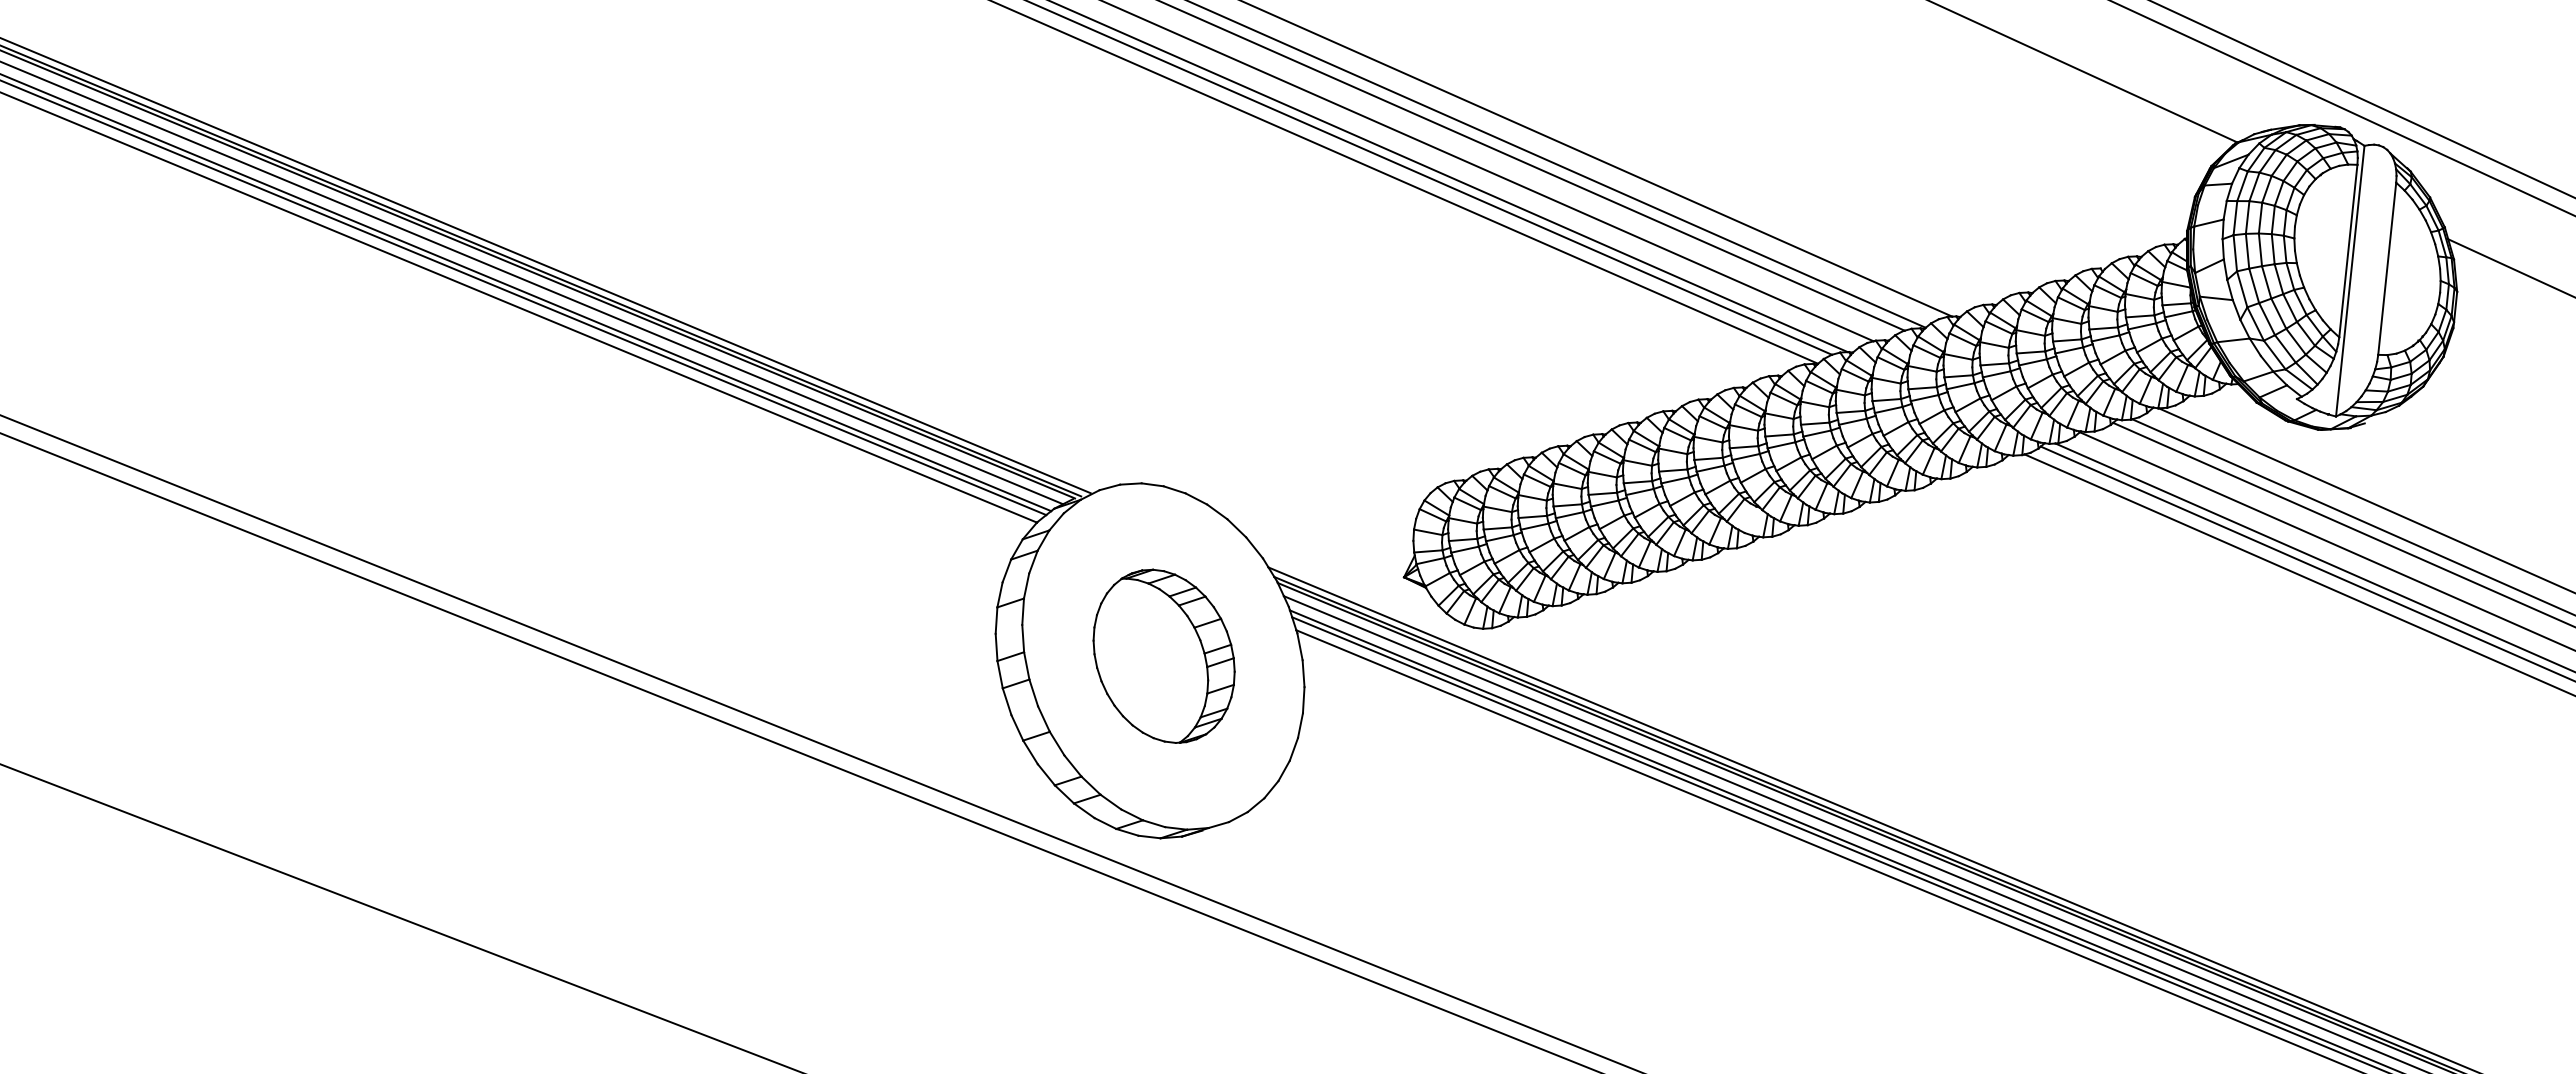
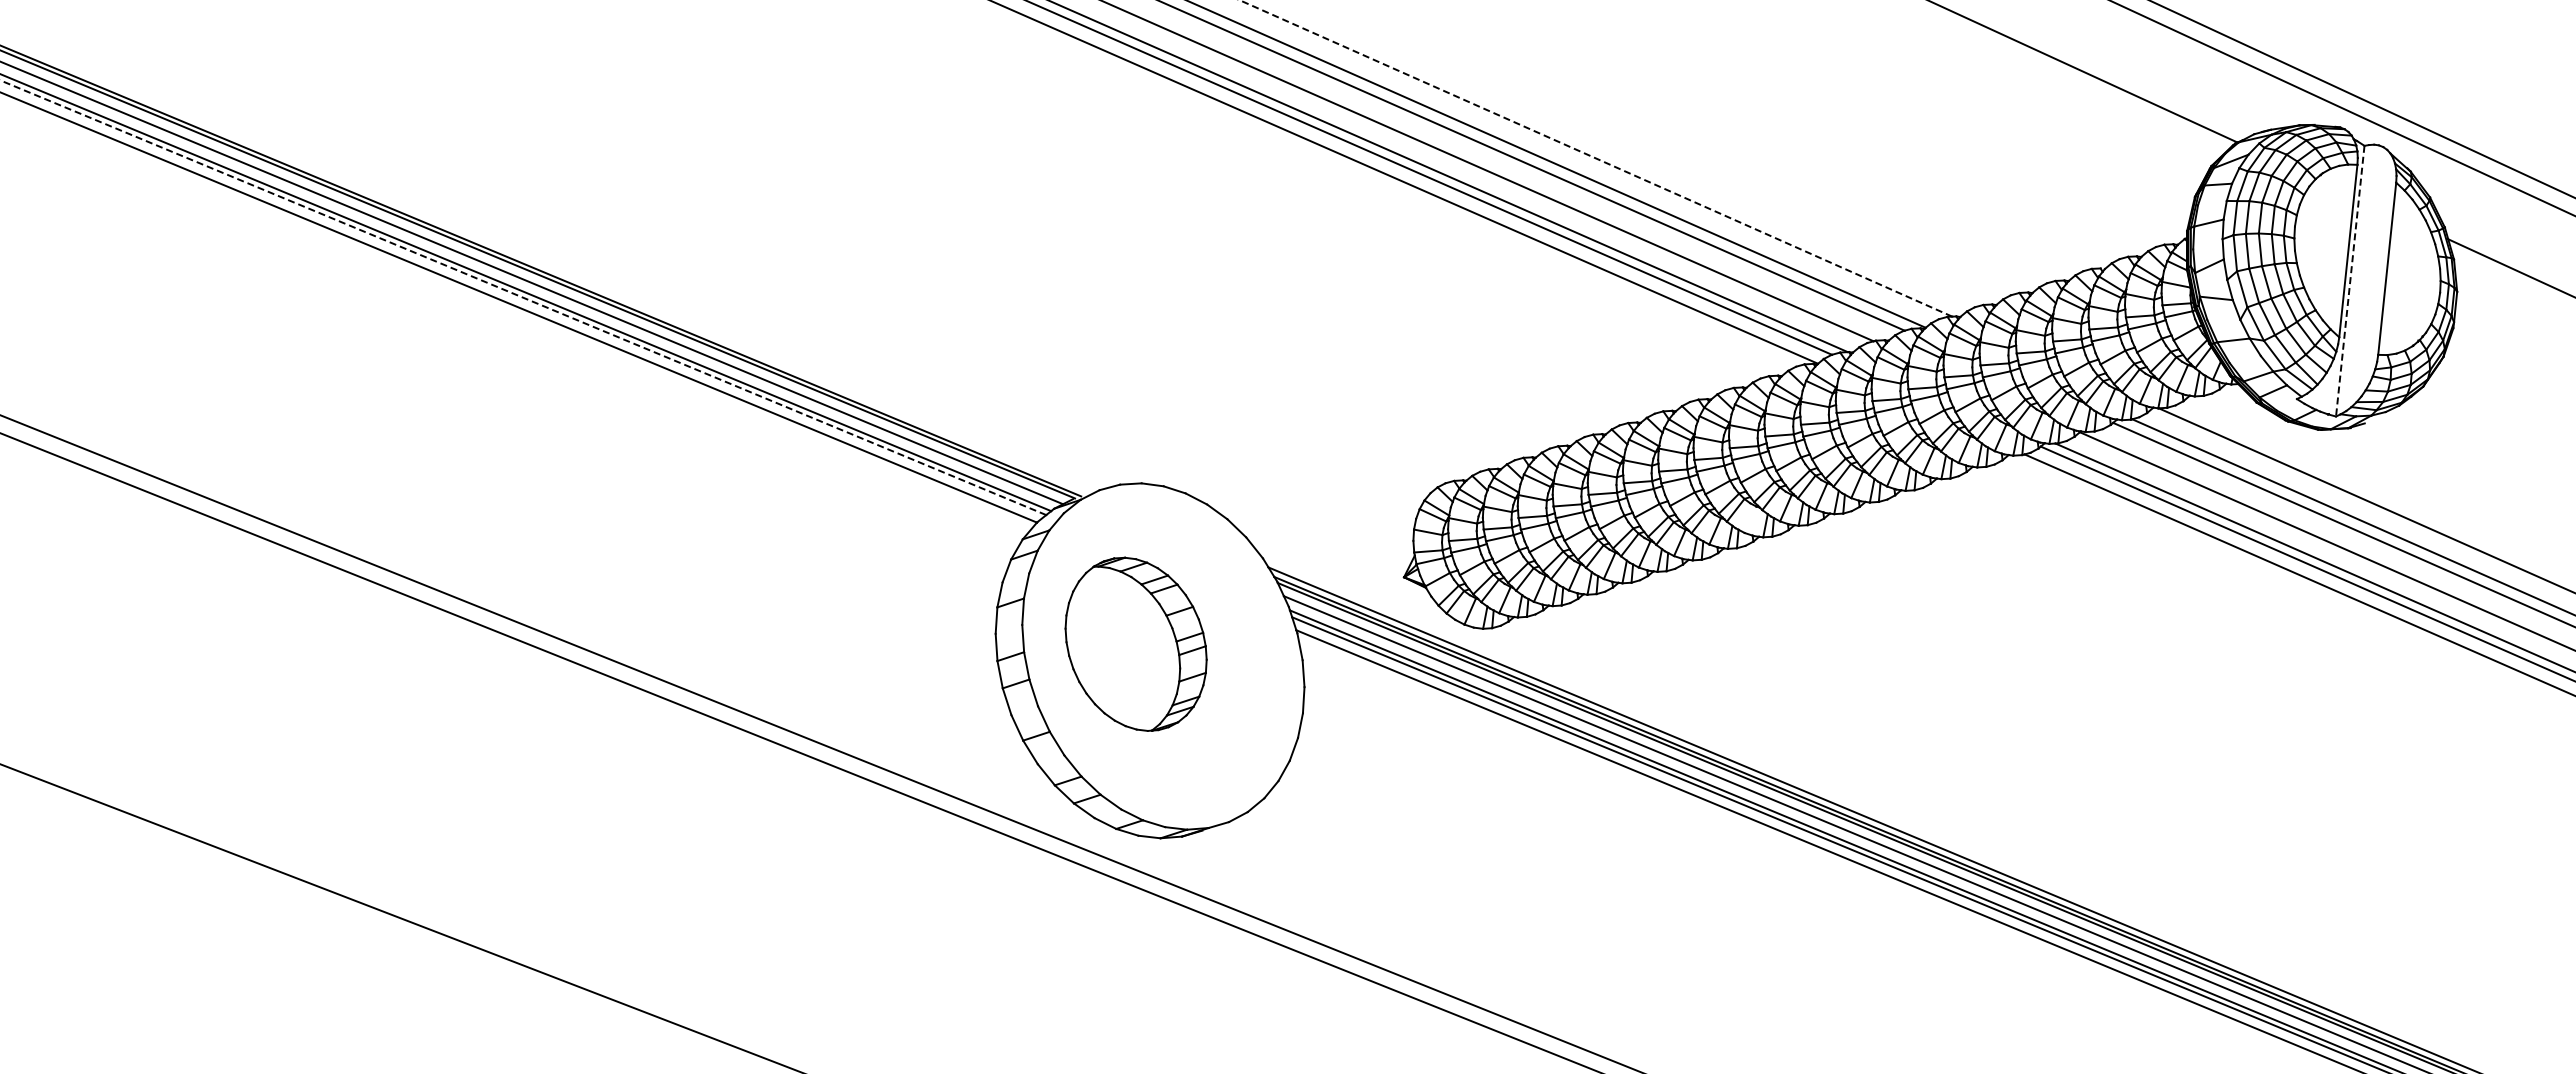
line at (1595, 158): solid -> dashed
line at (546, 265): present -> none
line at (2350, 281): solid -> dashed
line at (522, 297): solid -> dashed
part at (1163, 655) position: (1163, 655) -> (1135, 643)
